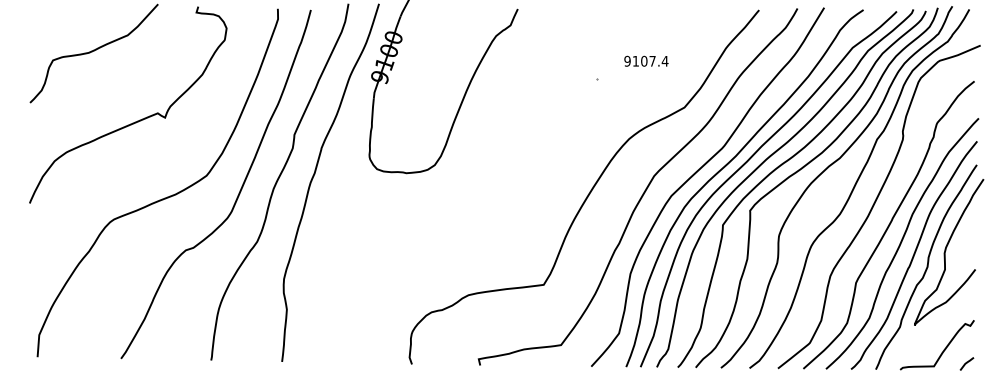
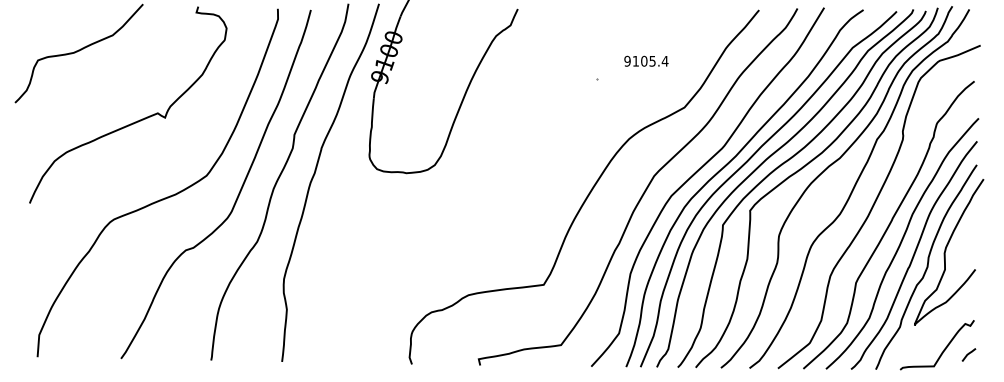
curve at (92, 52) position: (92, 52) -> (77, 52)
text at (652, 61): 9107.4 -> 9105.4
line at (966, 363) position: (966, 363) -> (968, 354)
